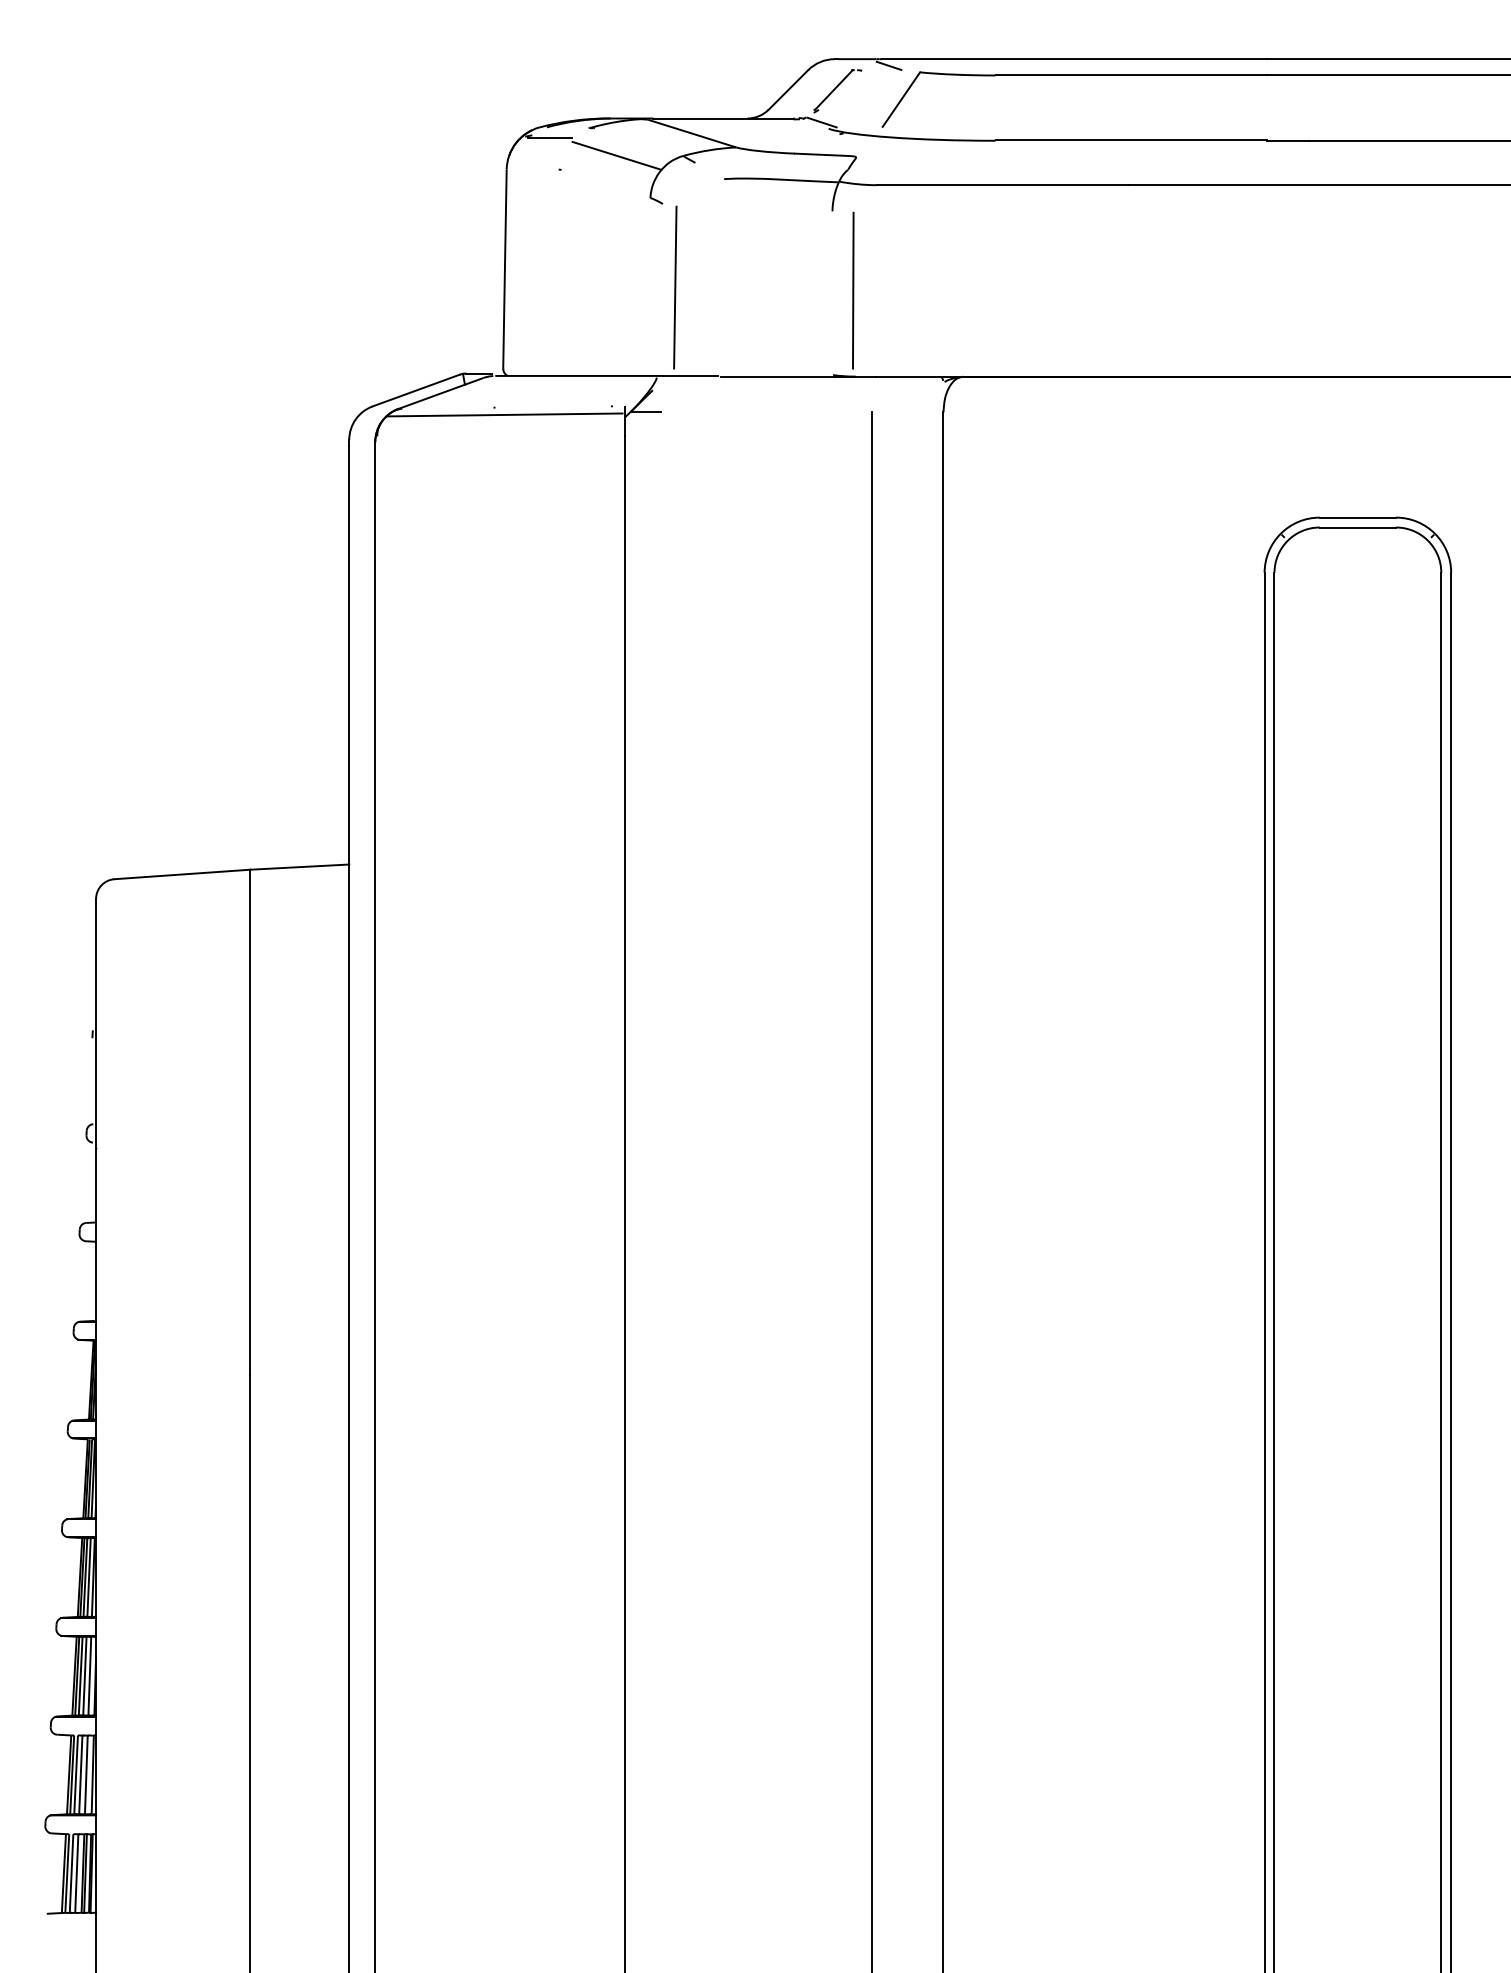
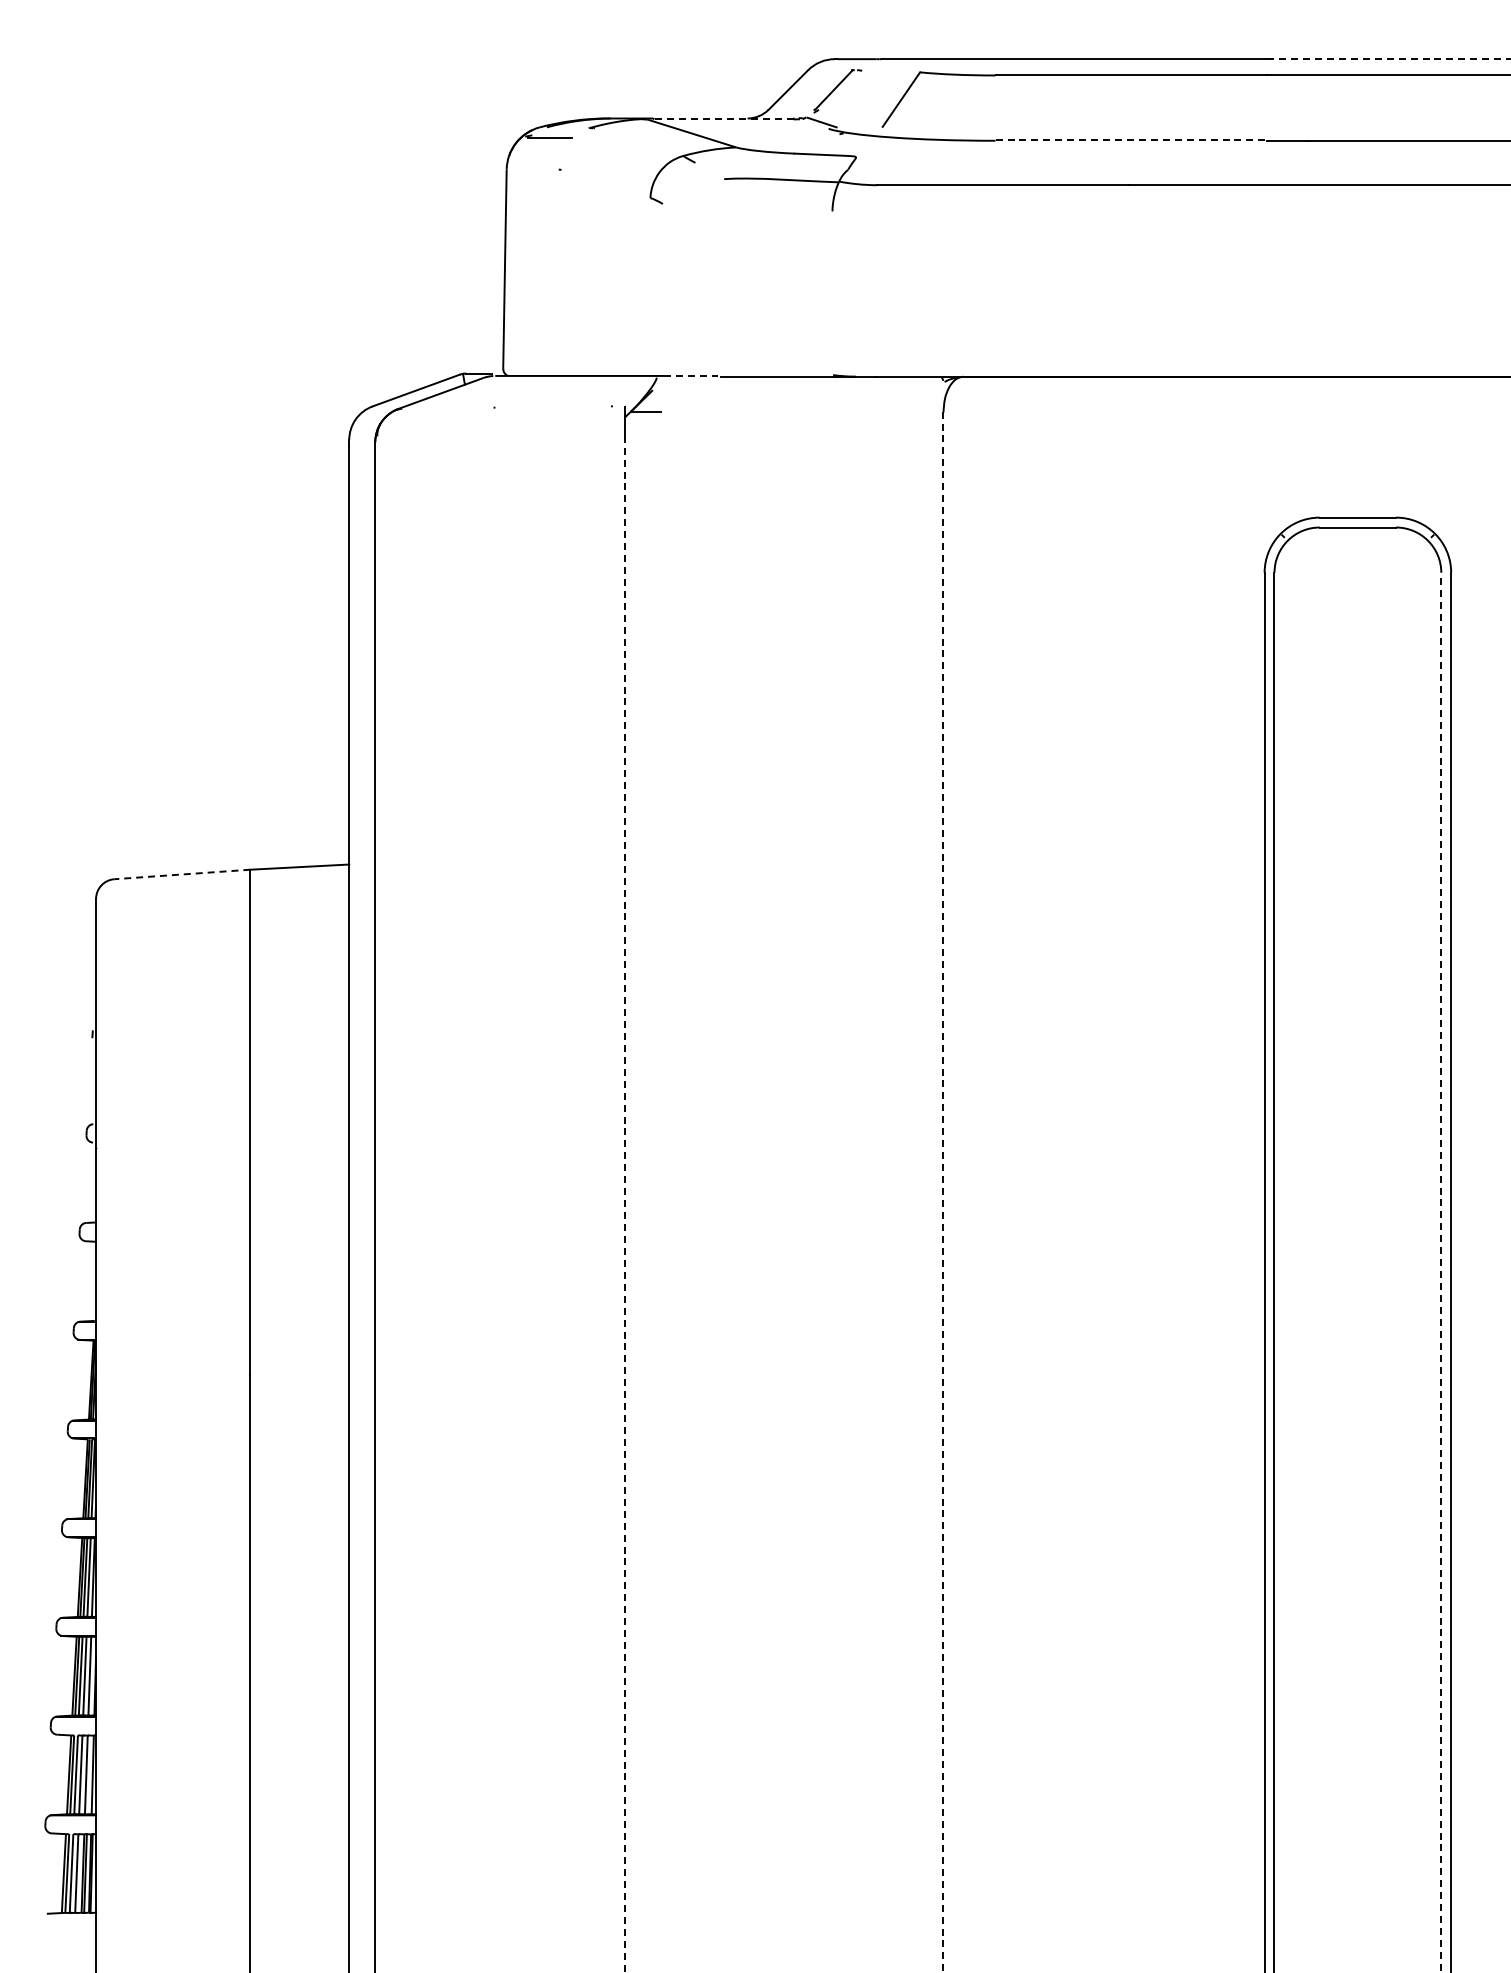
line at (1389, 59): solid -> dashed
line at (888, 65): present -> none
line at (723, 118): solid -> dashed
line at (1131, 139): solid -> dashed
line at (616, 155): present -> none
line at (675, 287): present -> none
line at (853, 290): present -> none
line at (690, 375): solid -> dashed
line at (504, 414): present -> none
line at (181, 874): solid -> dashed
line at (871, 1190): present -> none
line at (943, 1192): solid -> dashed
line at (625, 1204): solid -> dashed
line at (1441, 1272): solid -> dashed
